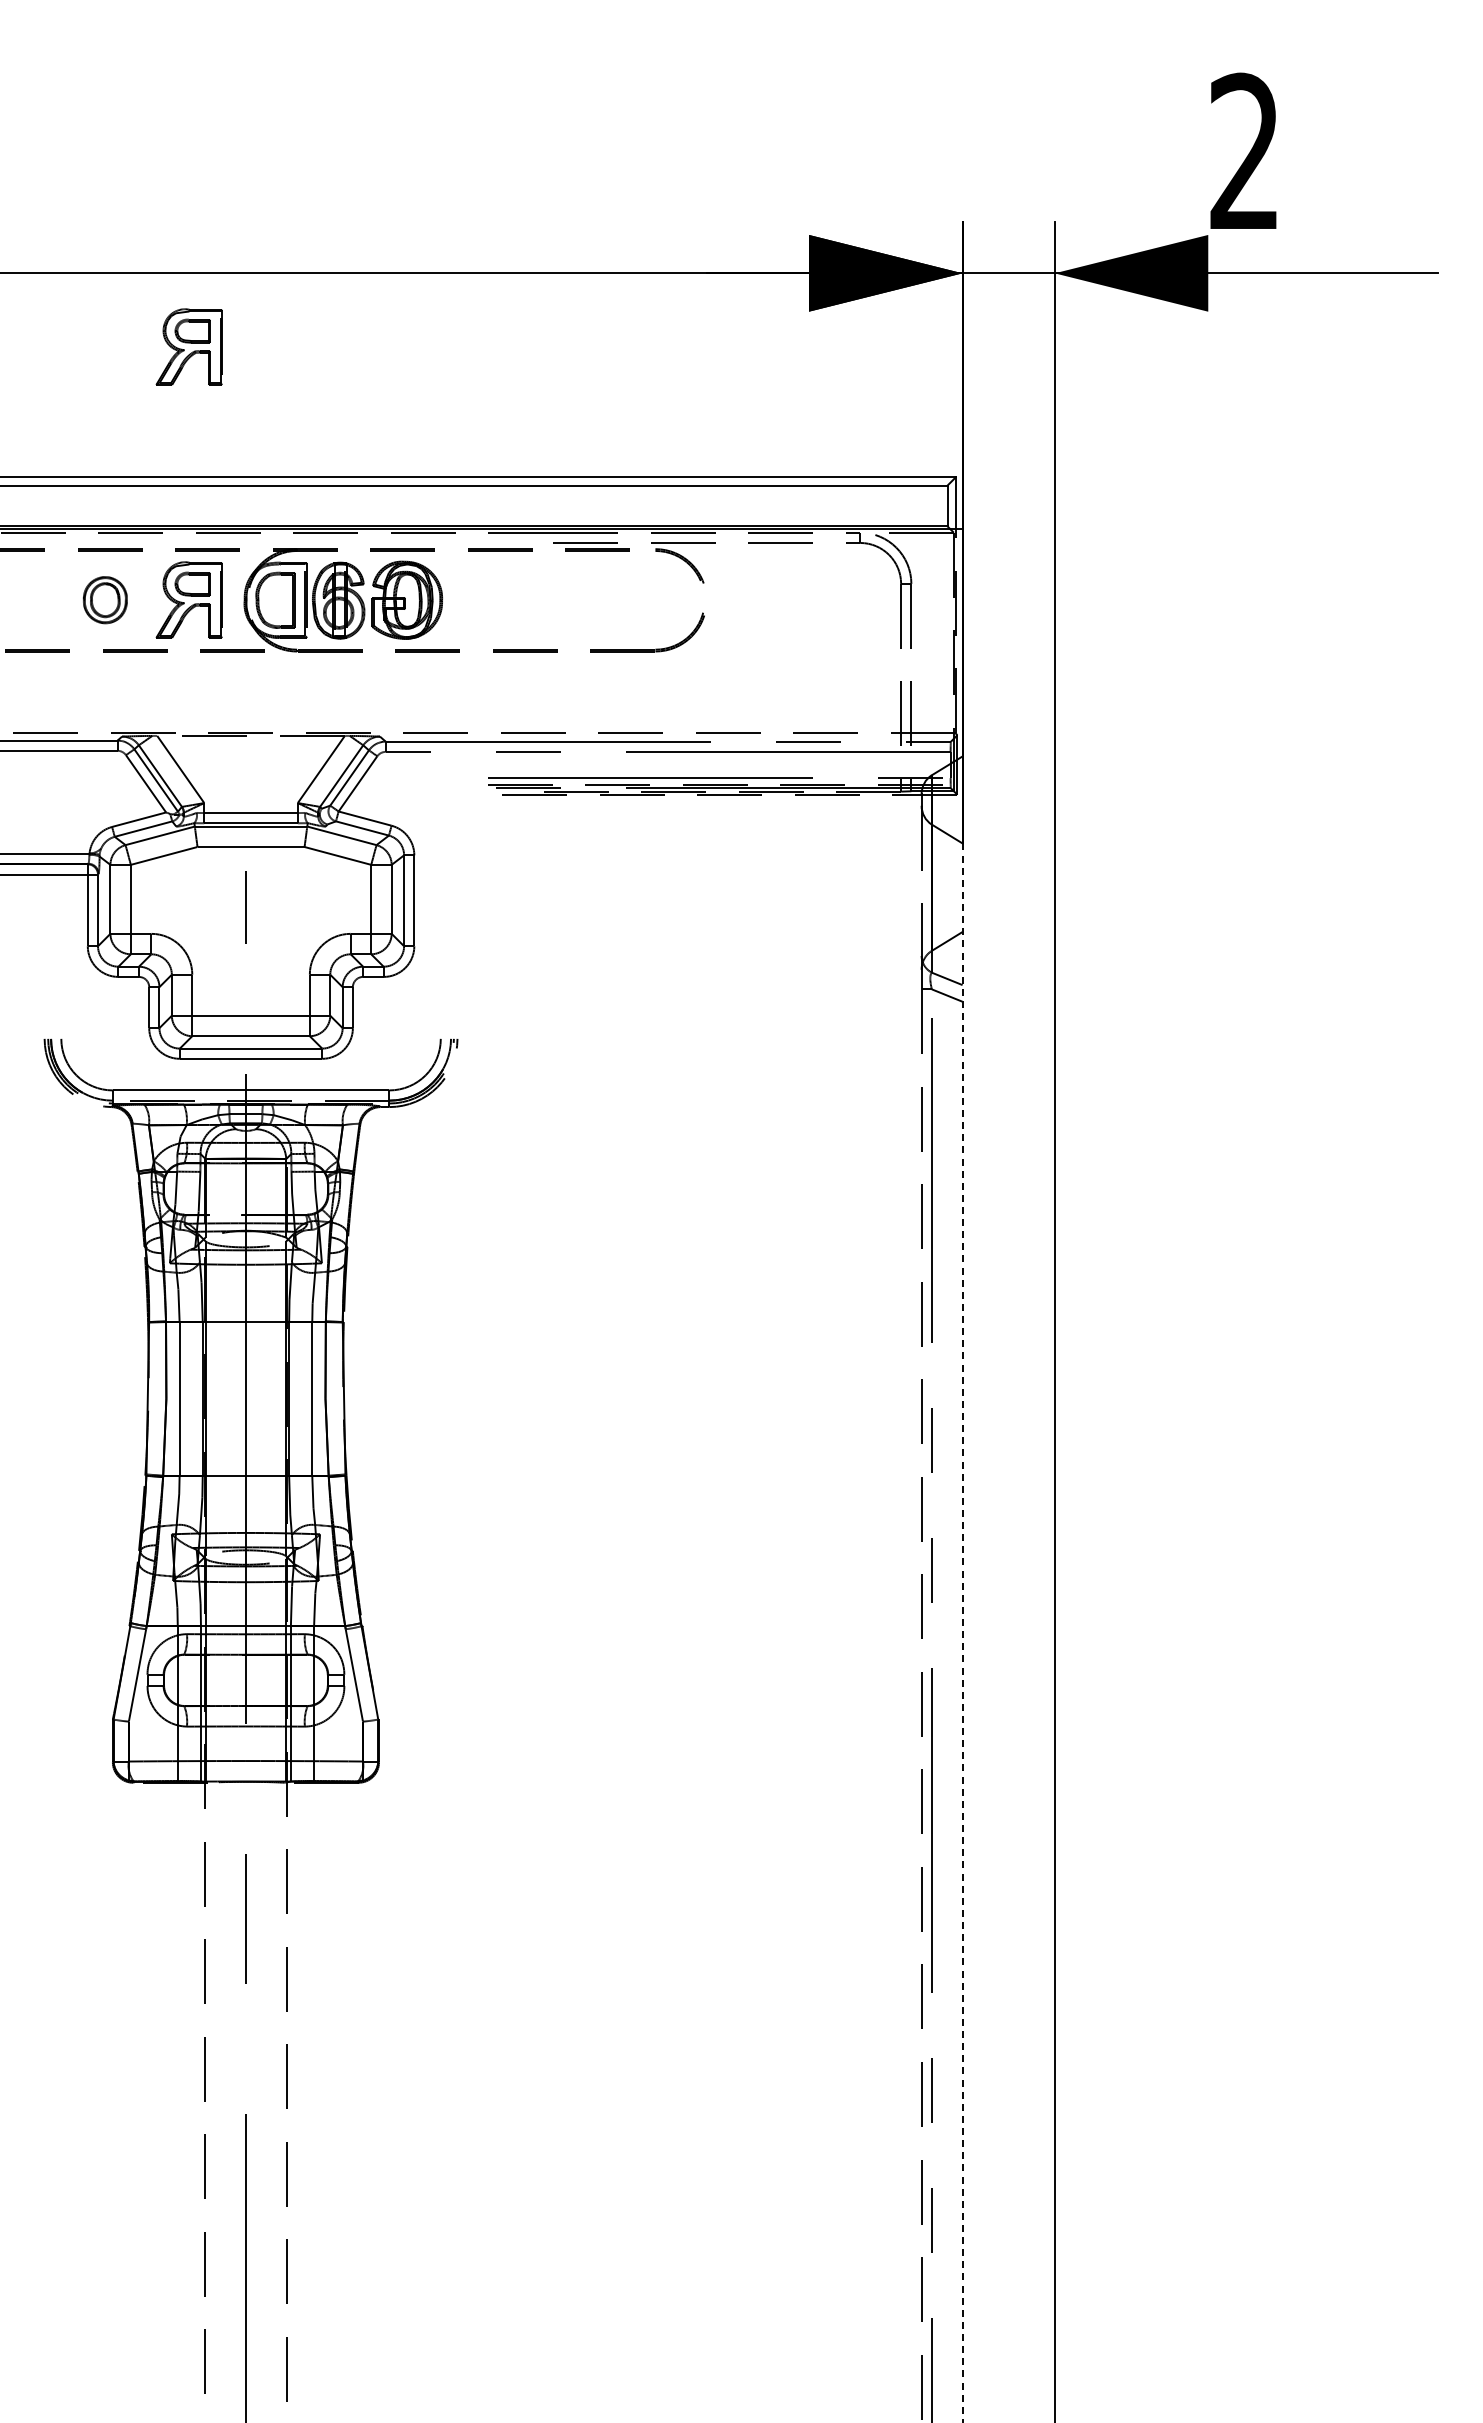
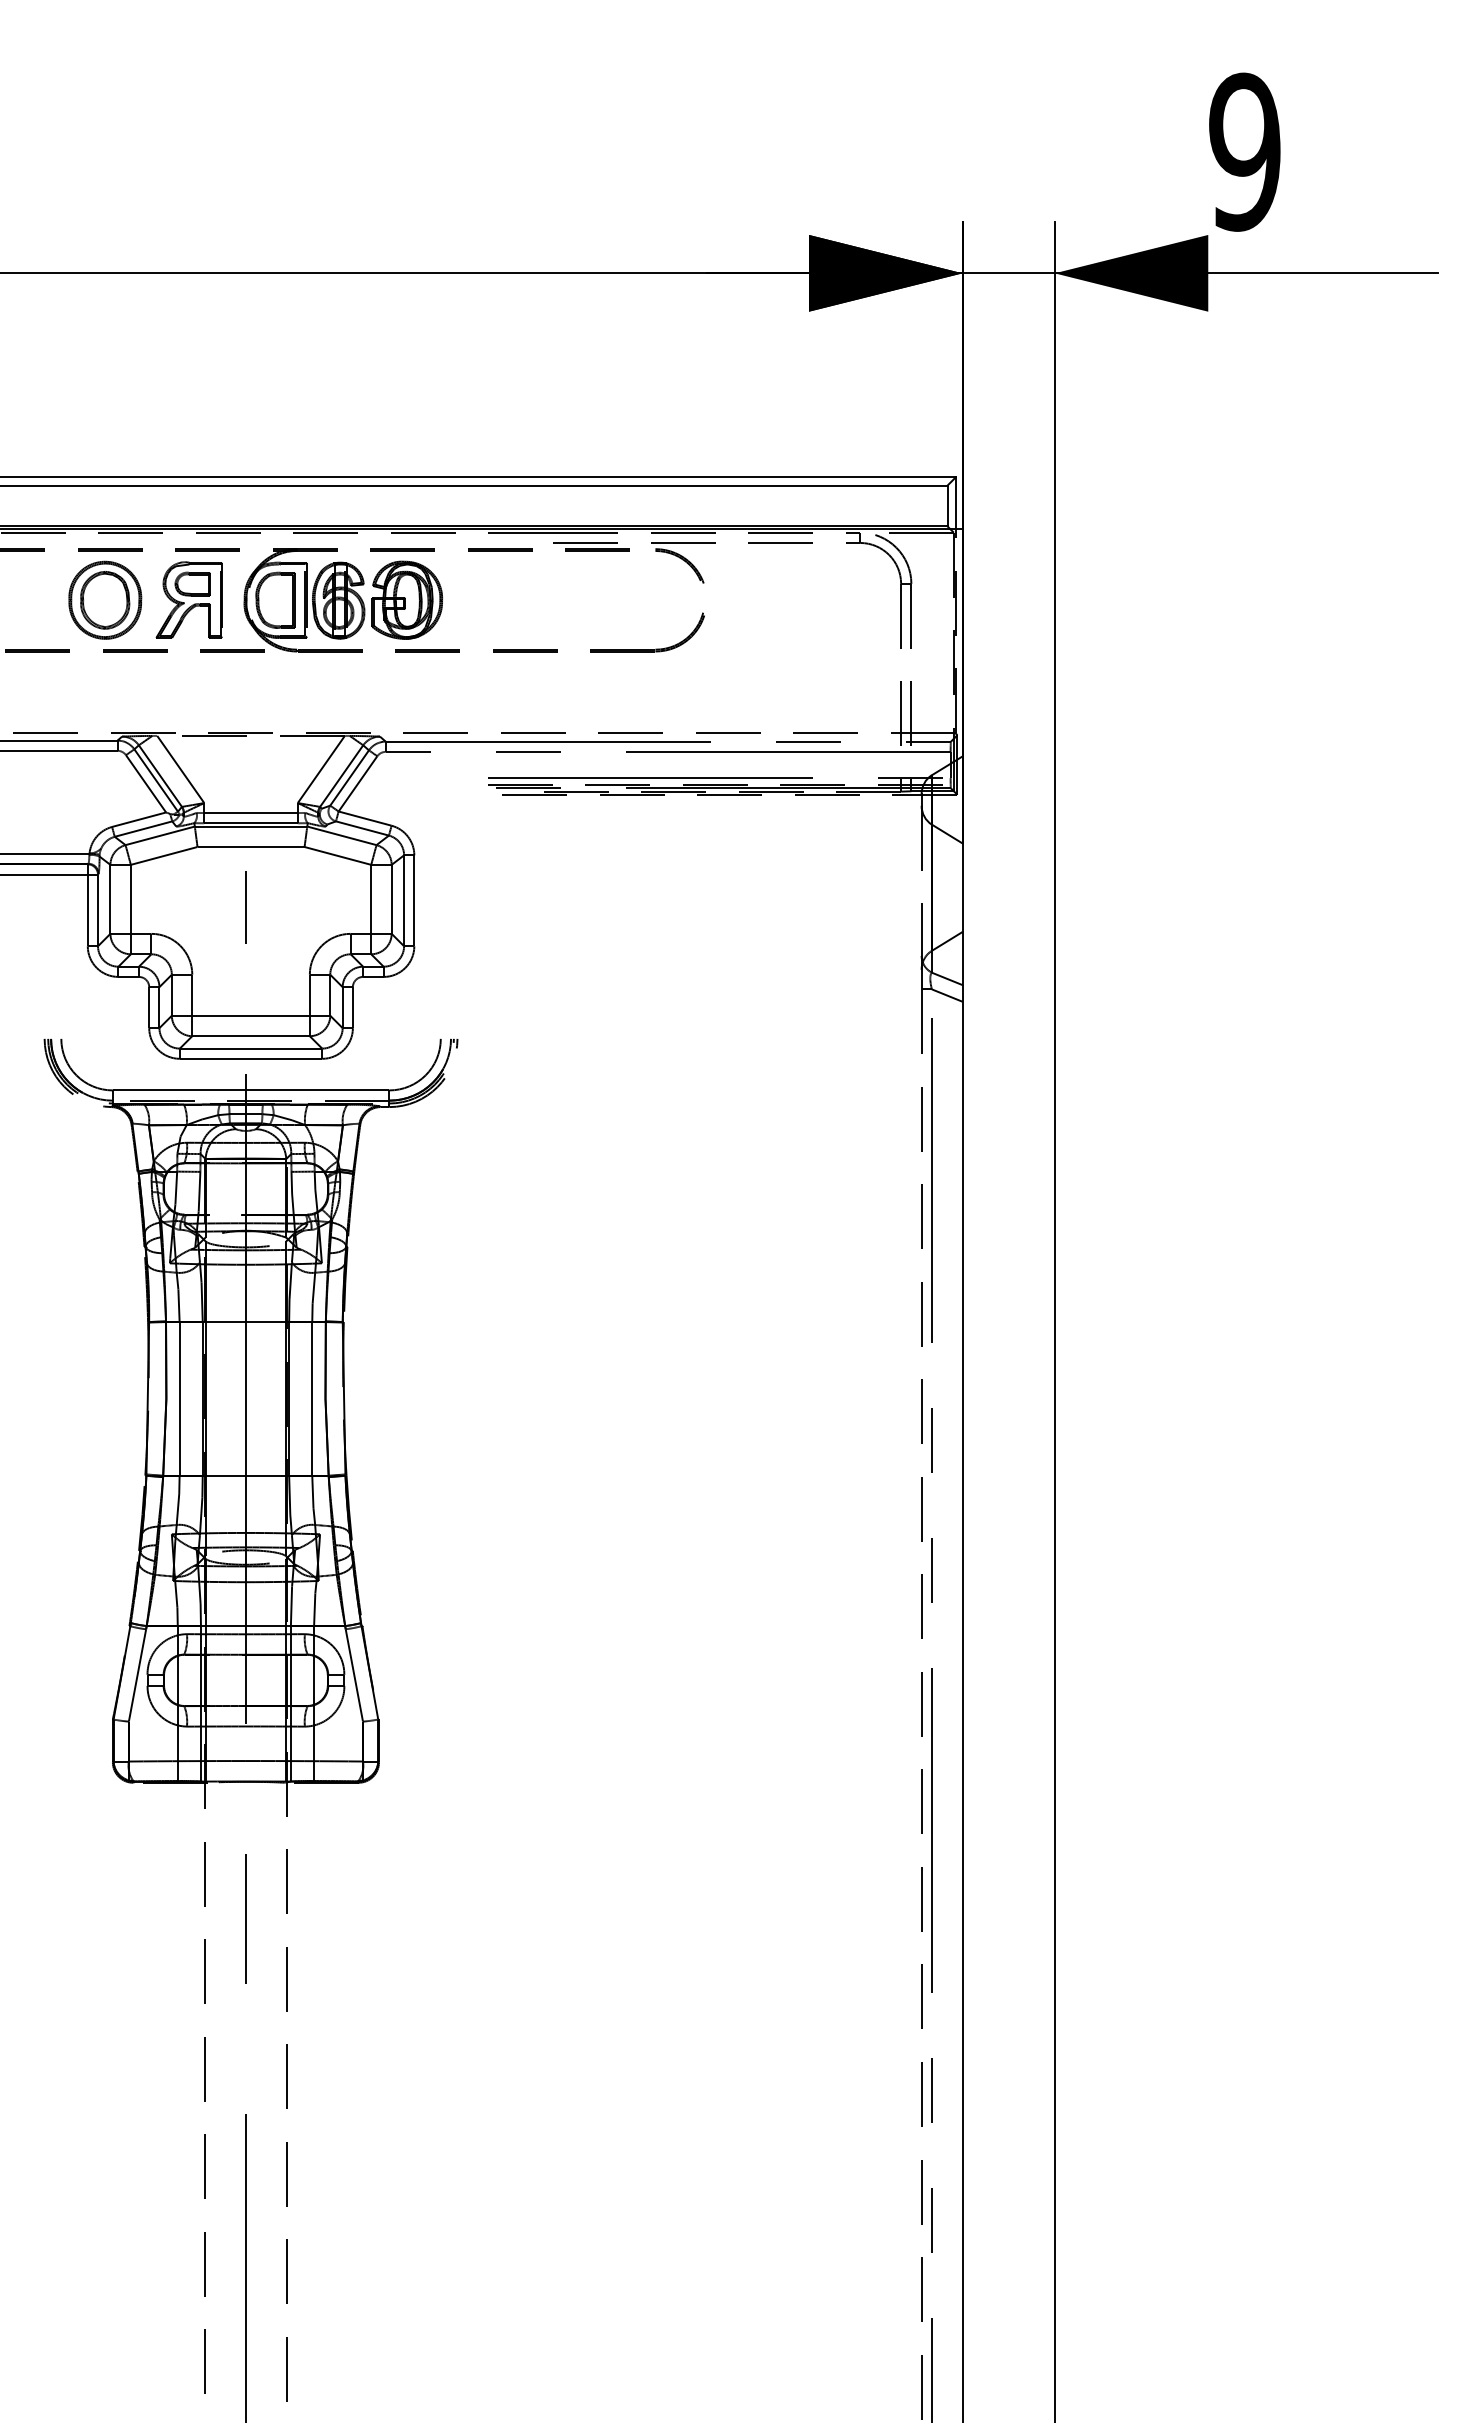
text at (1244, 151): 2 -> 9
part at (188, 346): present -> none
part at (104, 600) size: 46x49 px -> 75x80 px
line at (962, 1633): dashed -> solid
